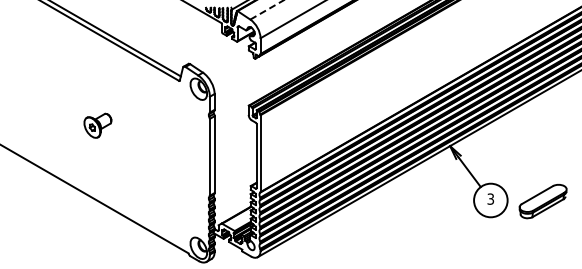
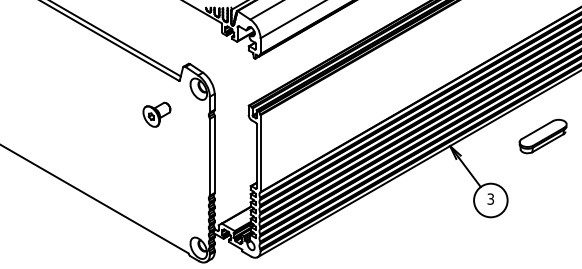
line at (267, 9): dashed -> solid
part at (97, 125) position: (97, 125) -> (156, 114)
part at (542, 201) position: (542, 201) -> (542, 136)
